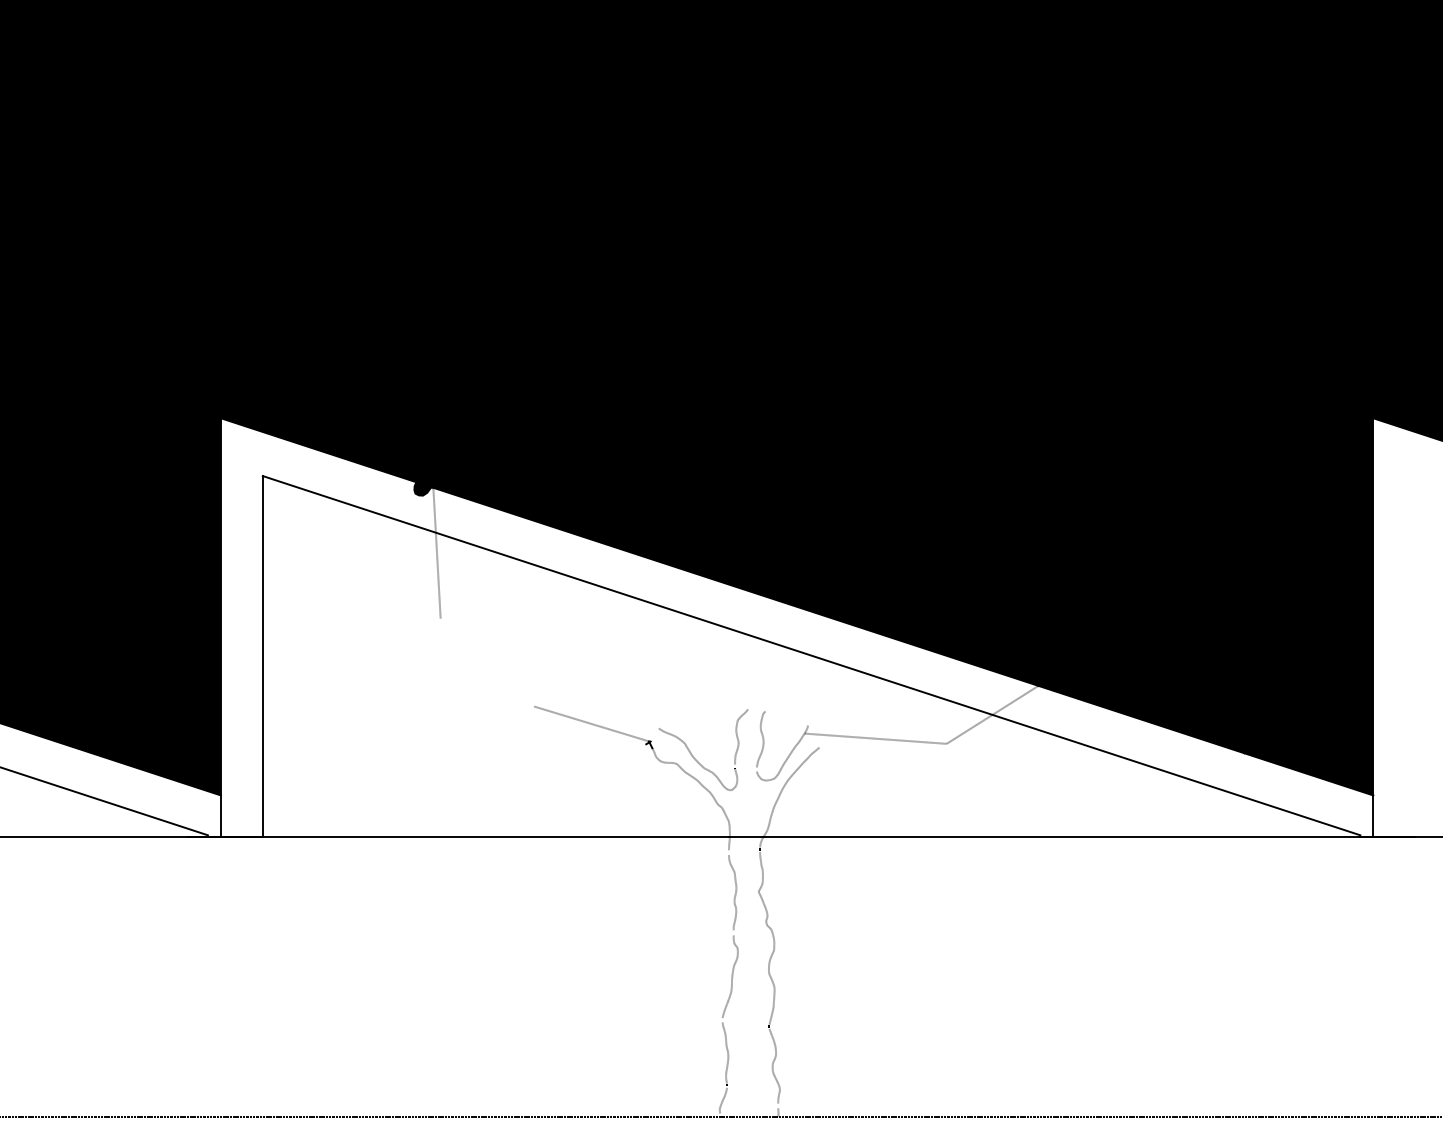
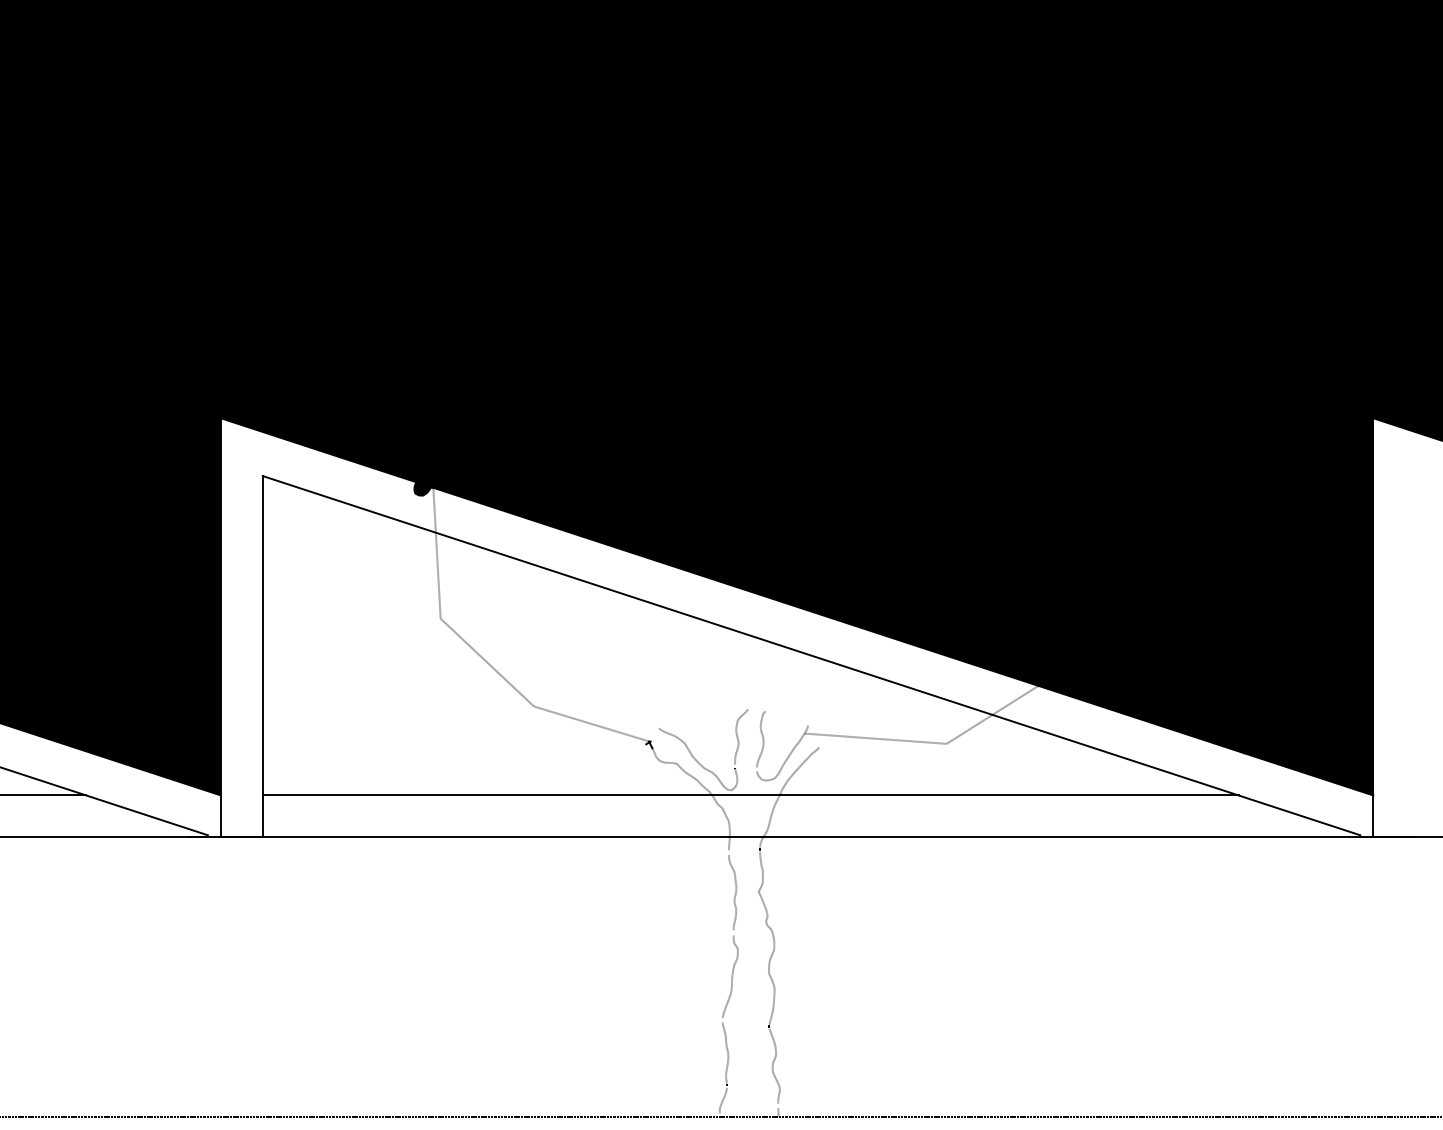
line at (487, 662): none -> present
line at (44, 795): none -> present
line at (750, 795): none -> present
